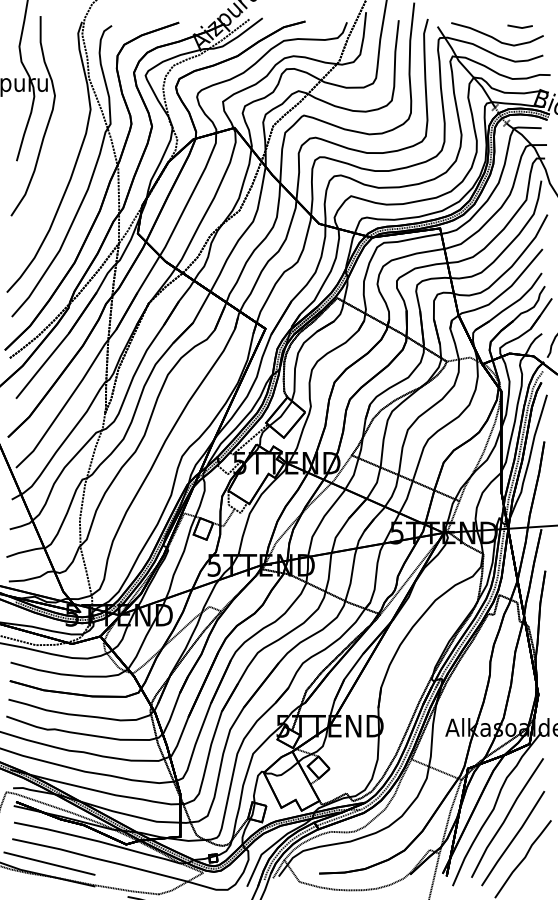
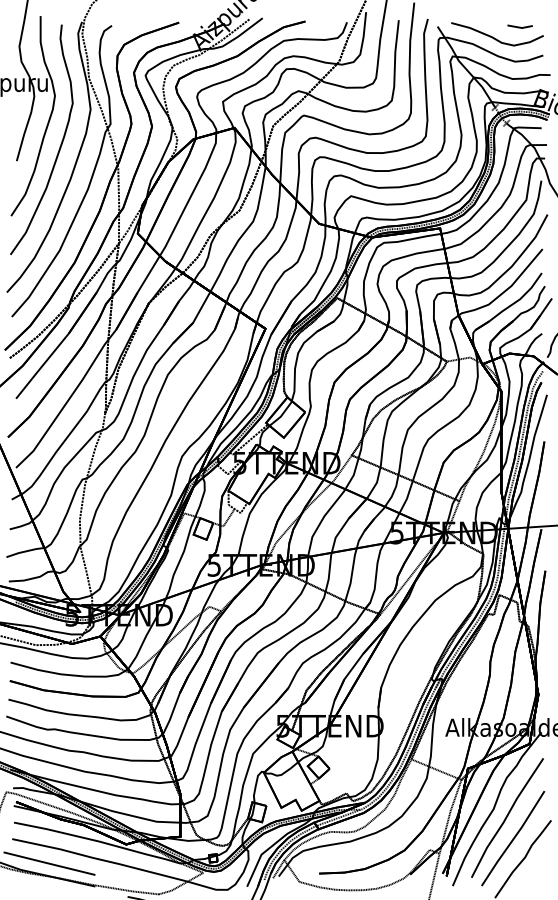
part at (59, 146): none -> present
